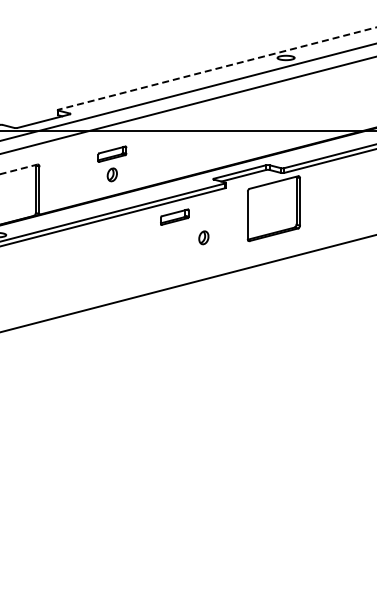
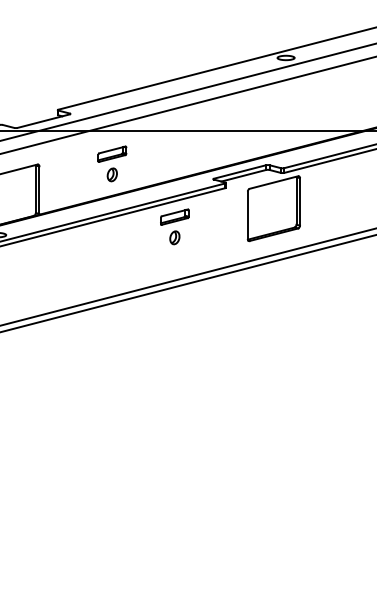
line at (216, 68): dashed -> solid
line at (19, 169): dashed -> solid
part at (203, 237) position: (203, 237) -> (174, 237)
line at (187, 277): none -> present
